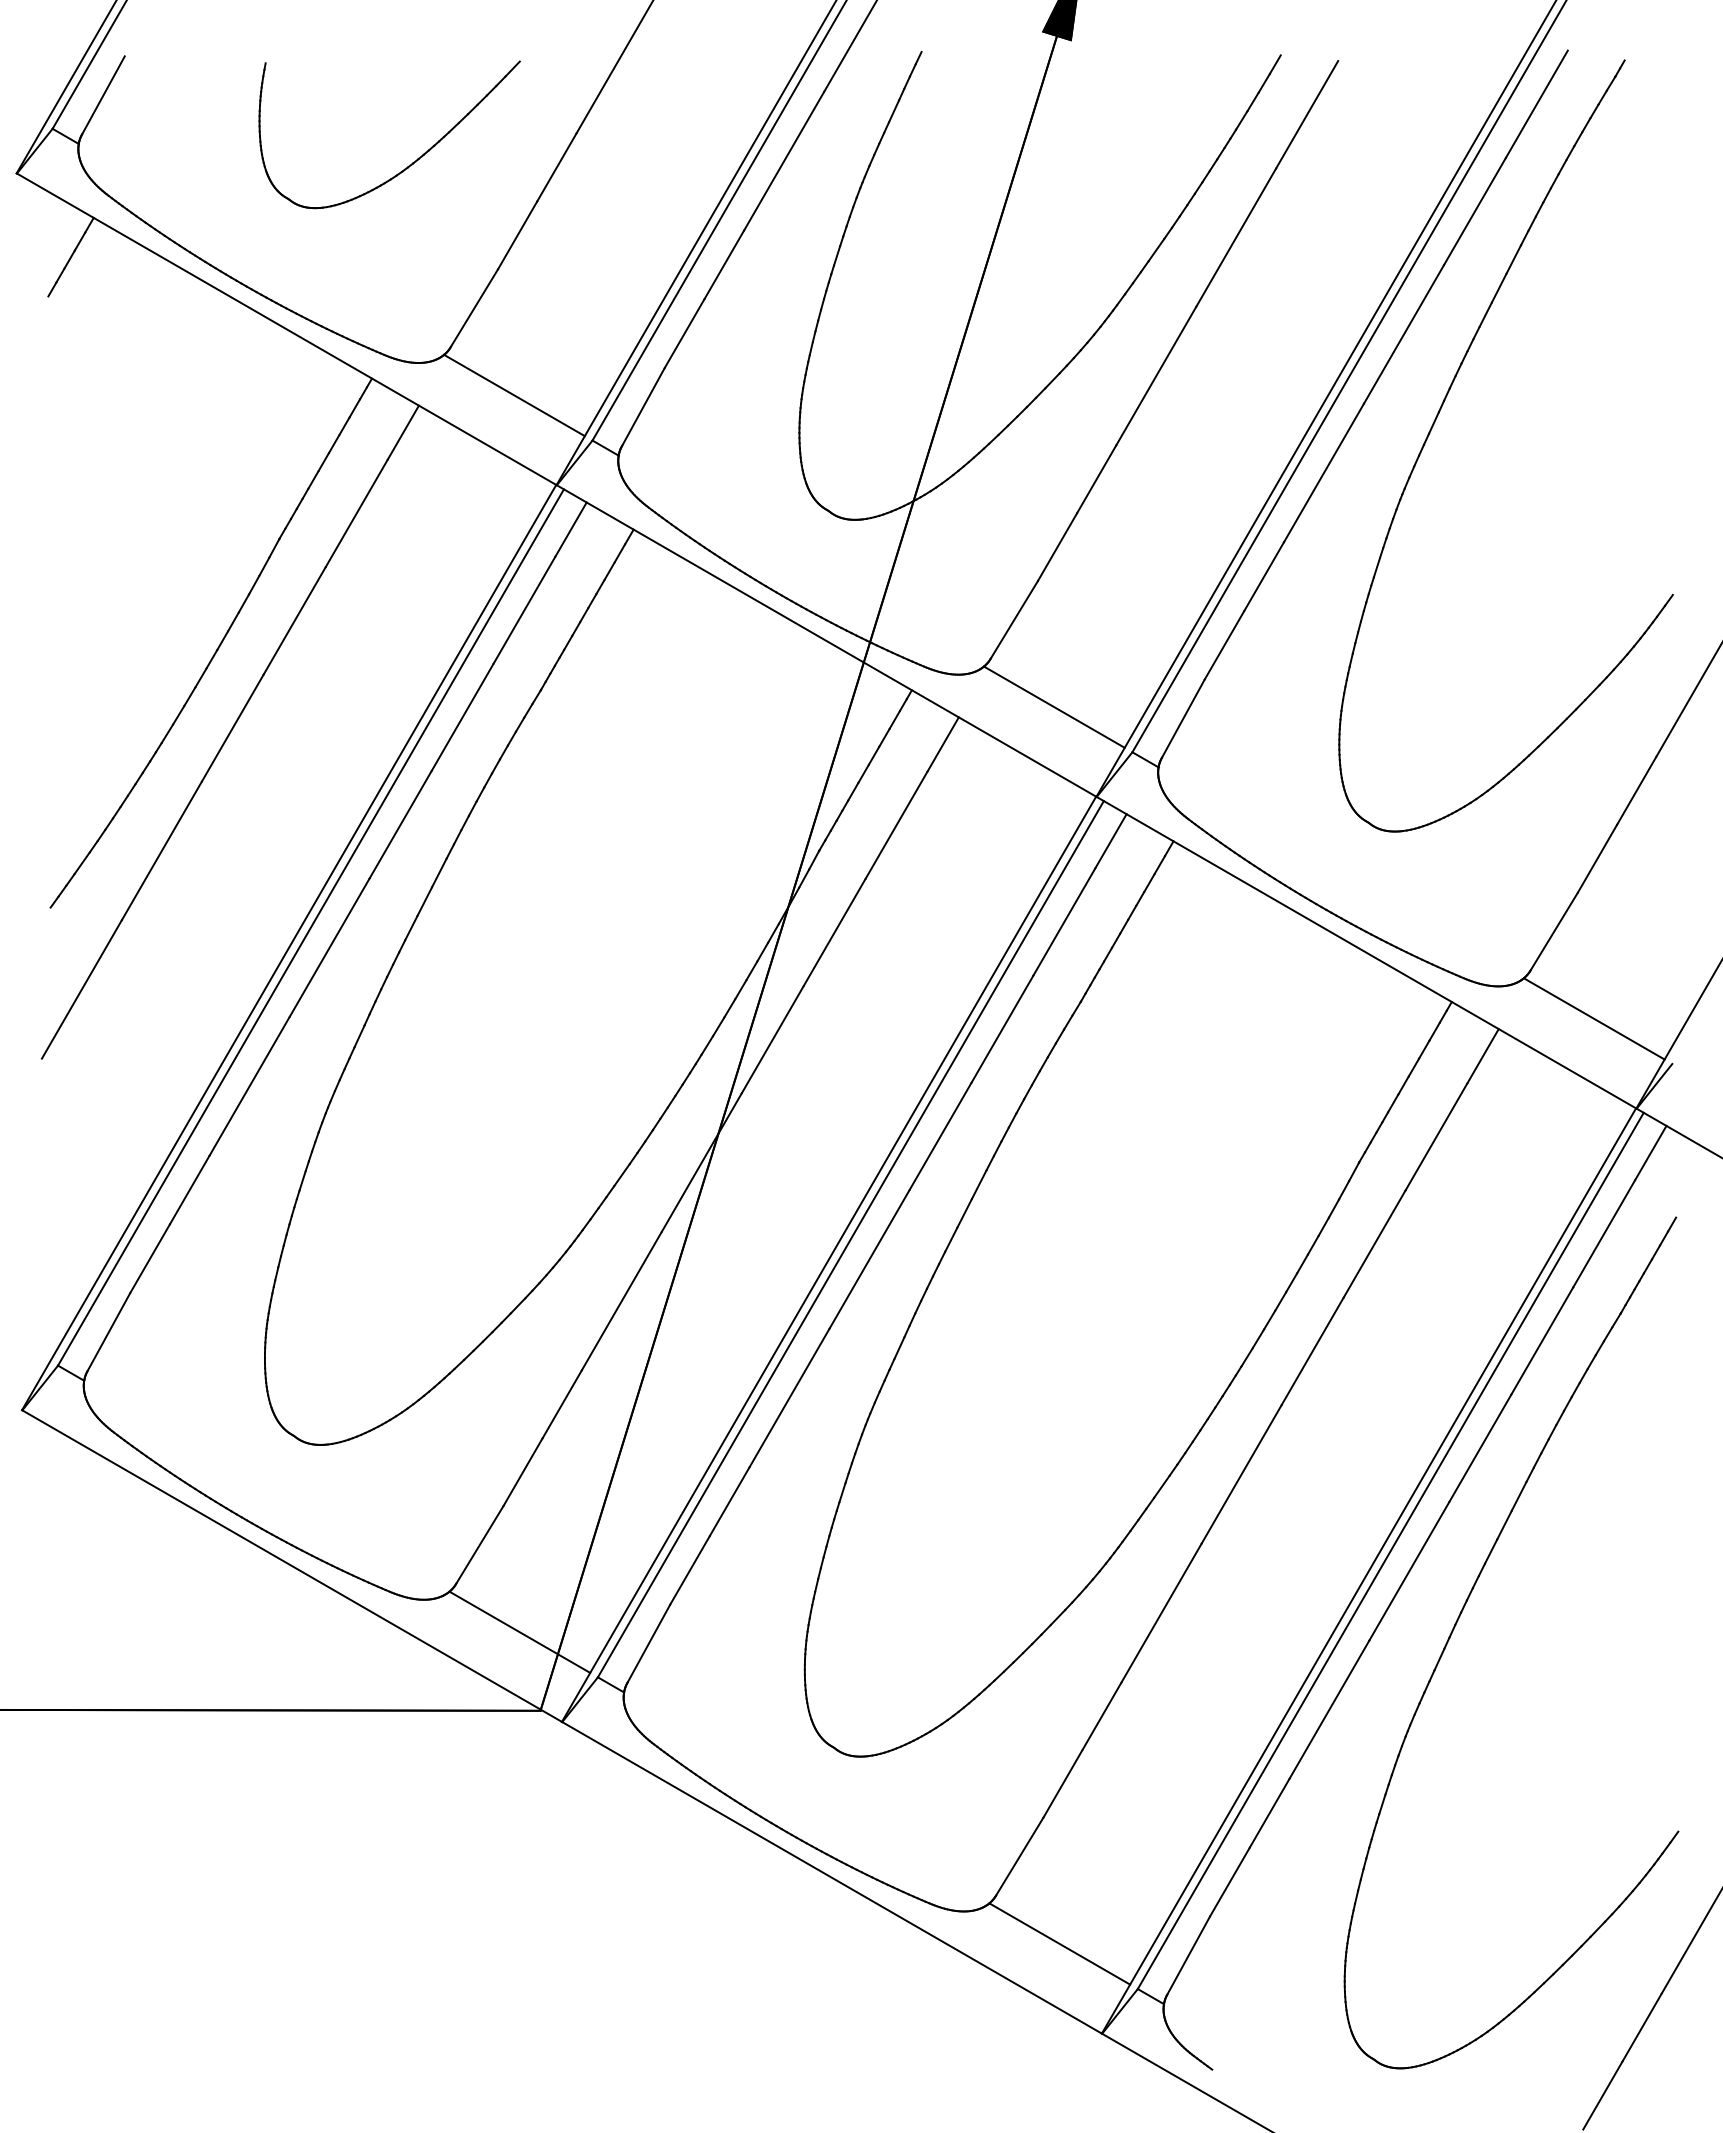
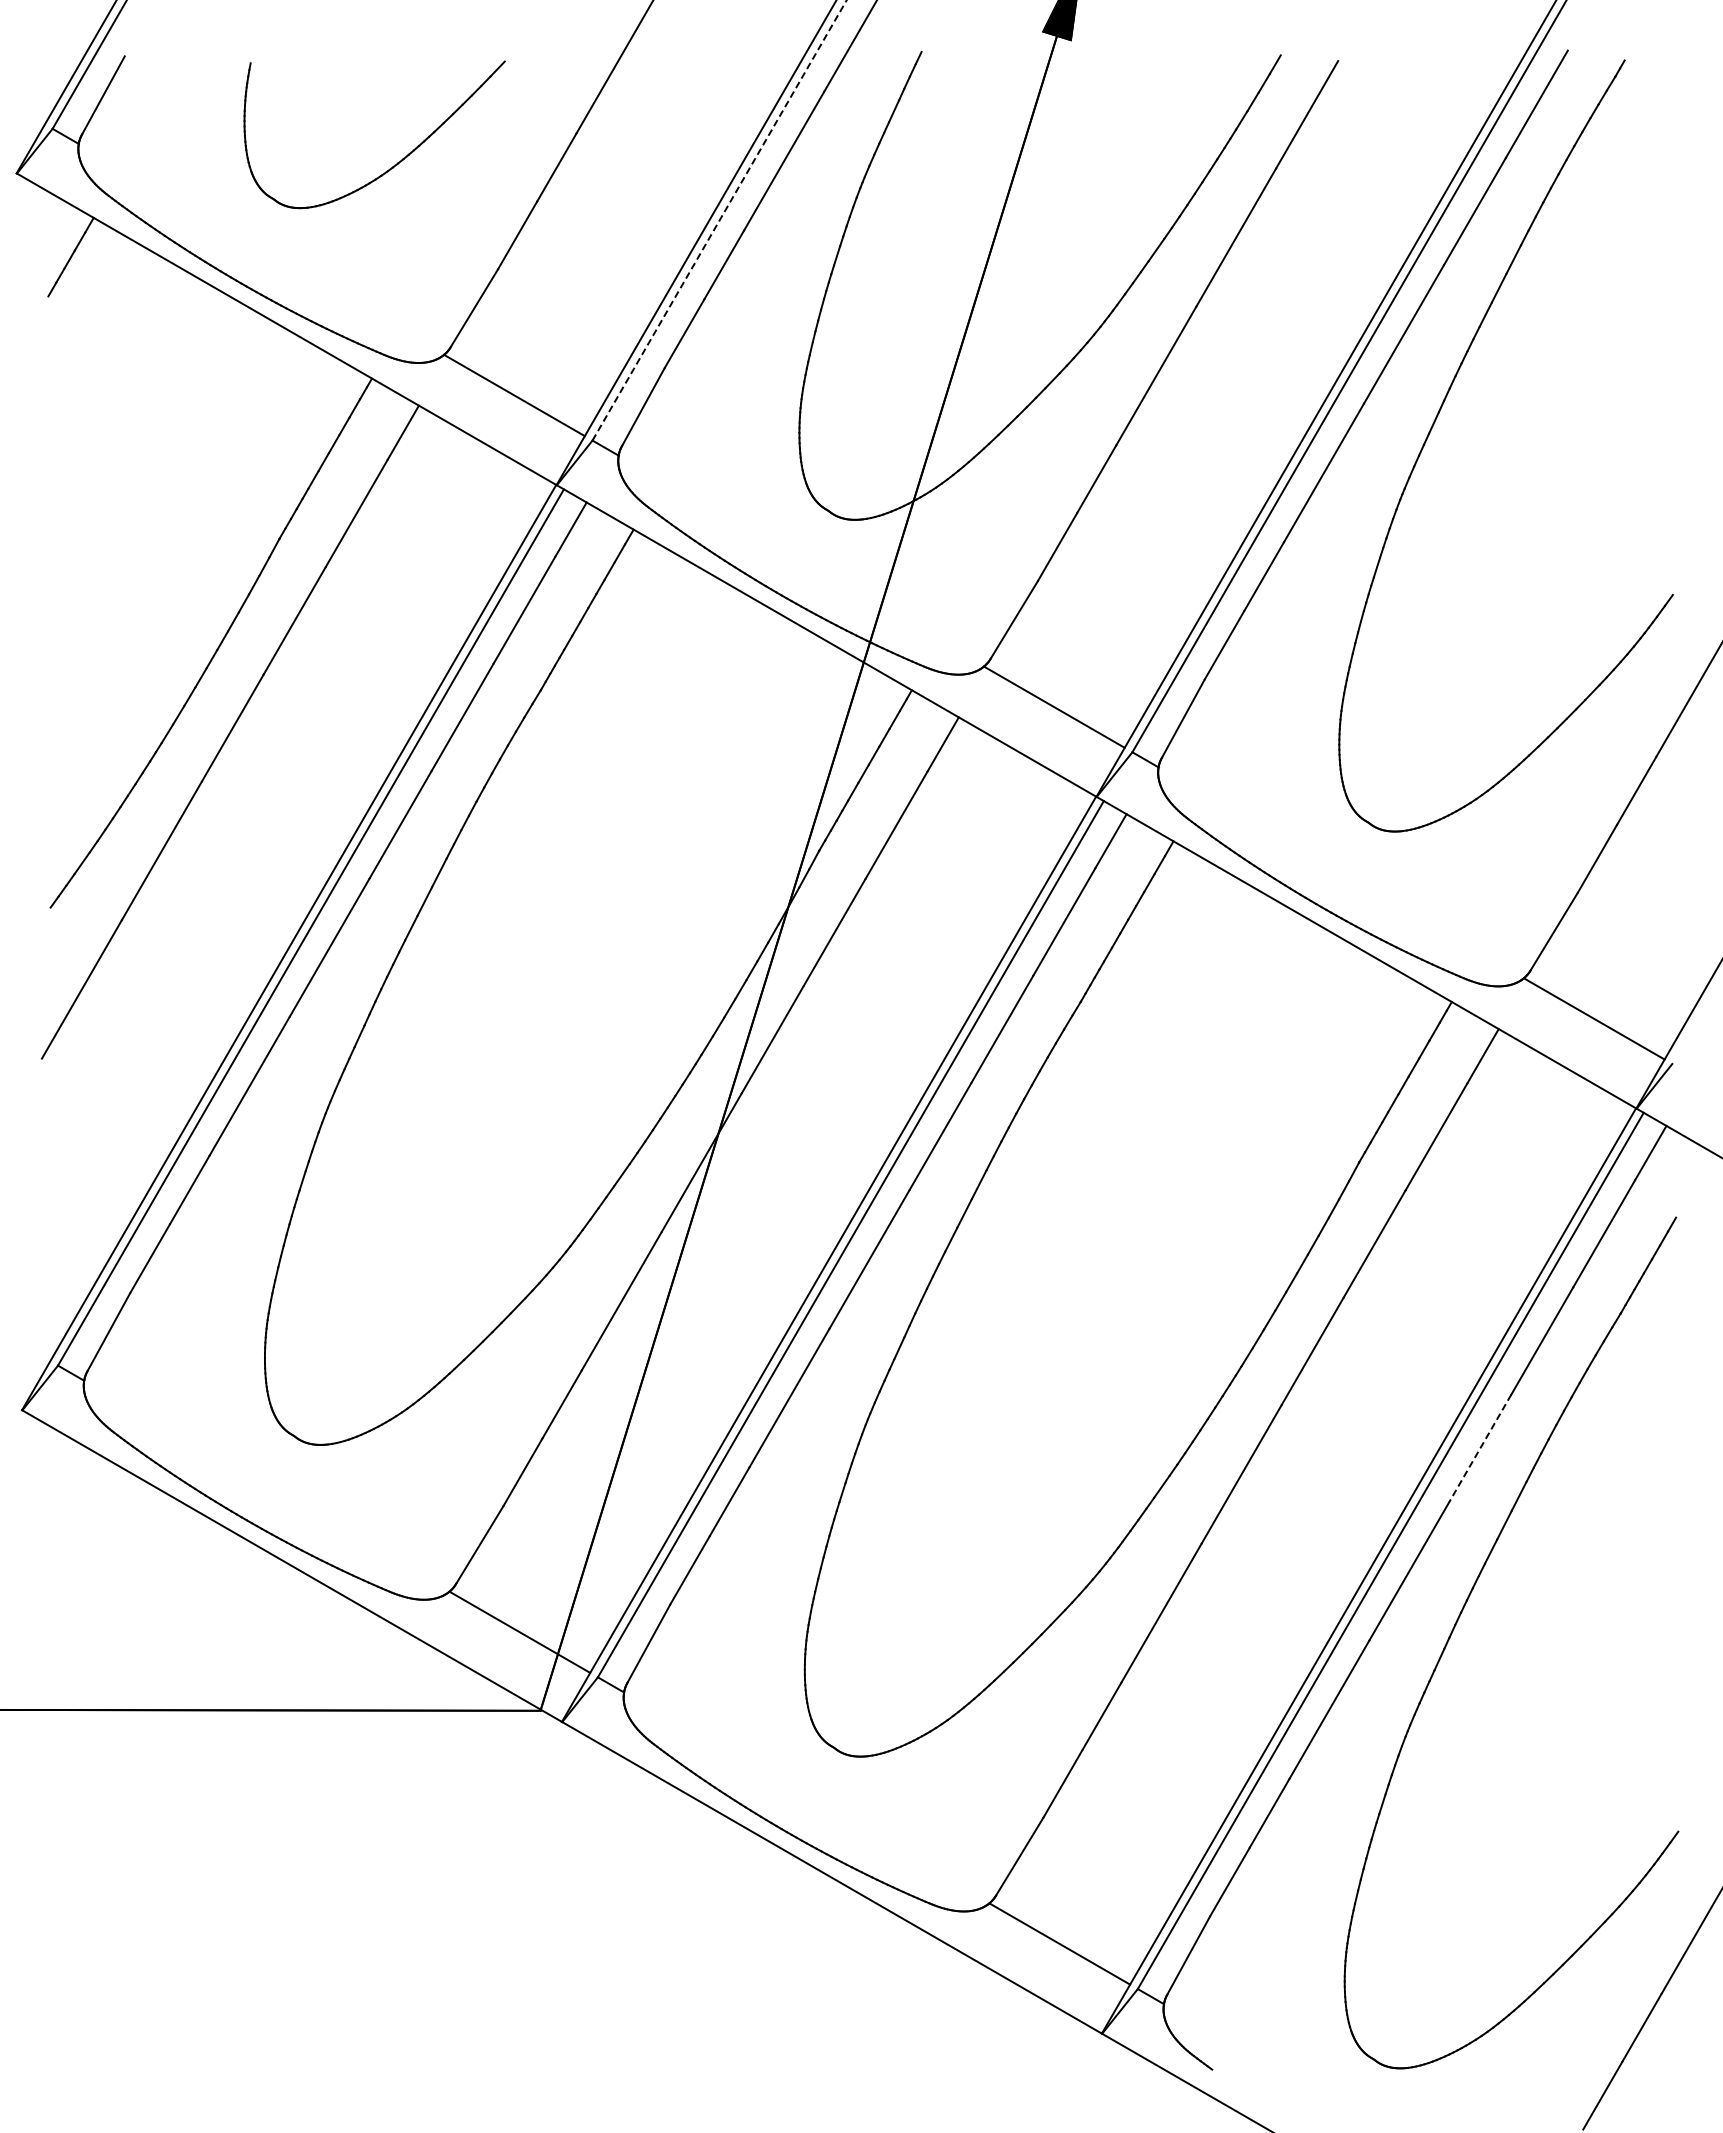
part at (413, 161) position: (413, 161) -> (398, 161)
line at (719, 220): solid -> dashed
line at (1480, 1448): solid -> dashed
